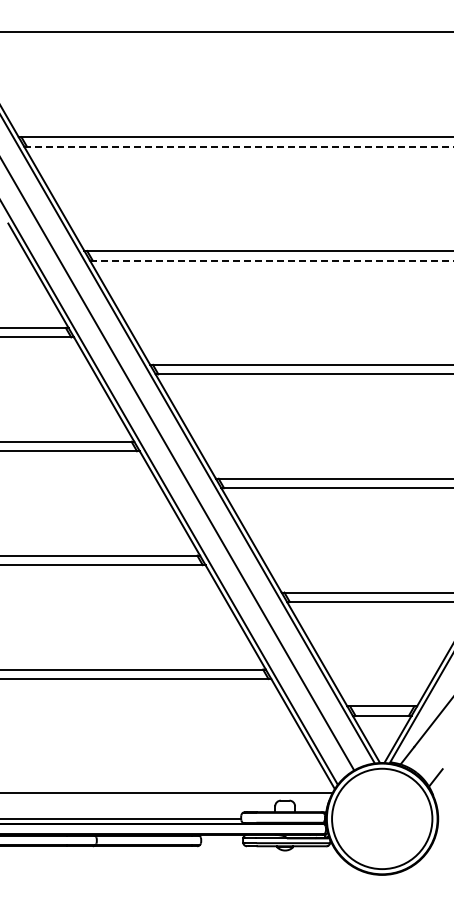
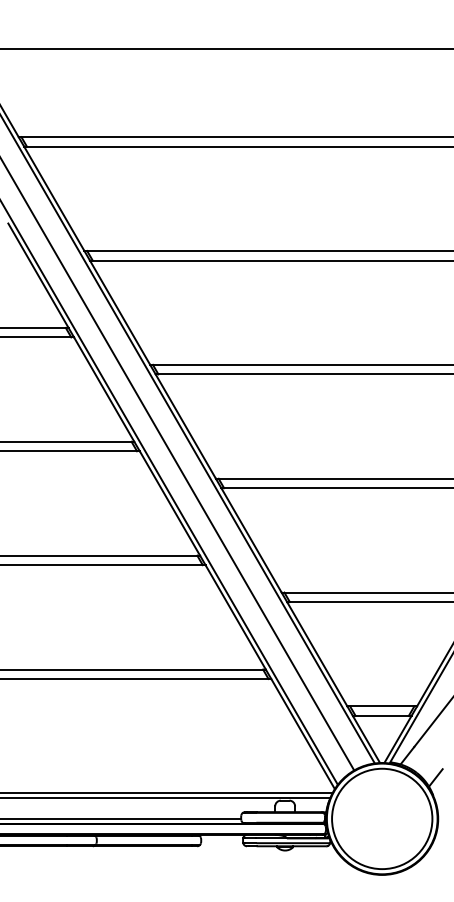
line at (226, 31) position: (226, 31) -> (226, 48)
line at (238, 146): dashed -> solid
line at (271, 260): dashed -> solid
line at (166, 797): none -> present
